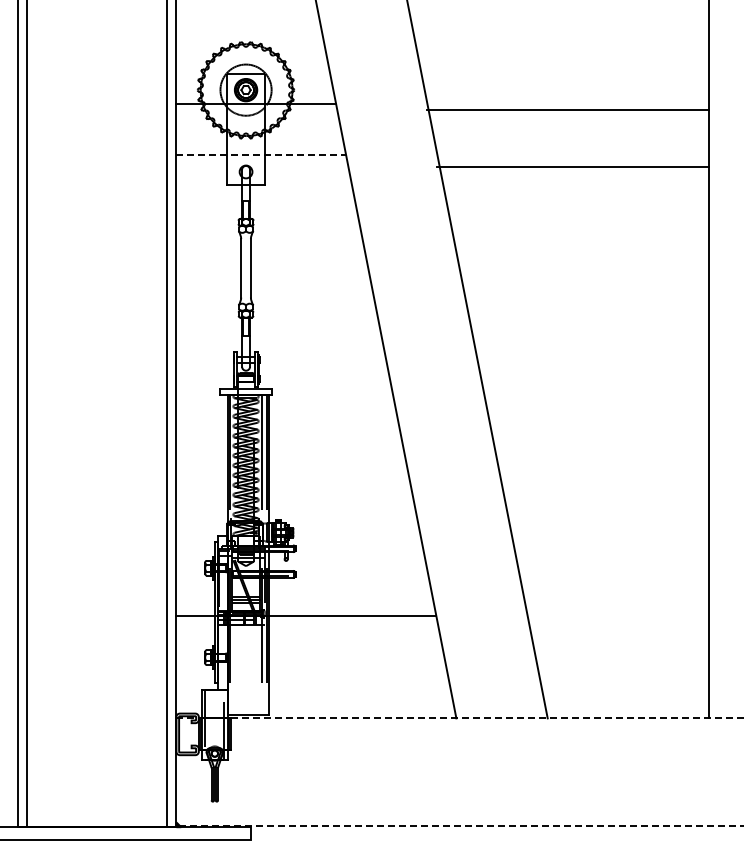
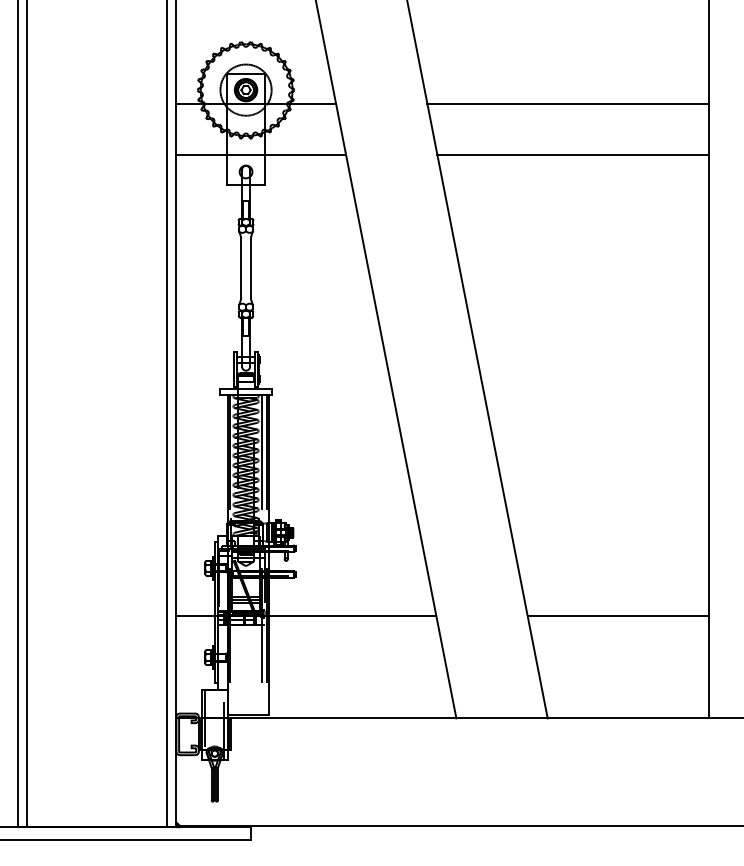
line at (568, 109) position: (568, 109) -> (568, 103)
line at (261, 155): dashed -> solid
line at (573, 167) position: (573, 167) -> (573, 155)
line at (618, 615): none -> present
line at (743, 825): dashed -> solid
